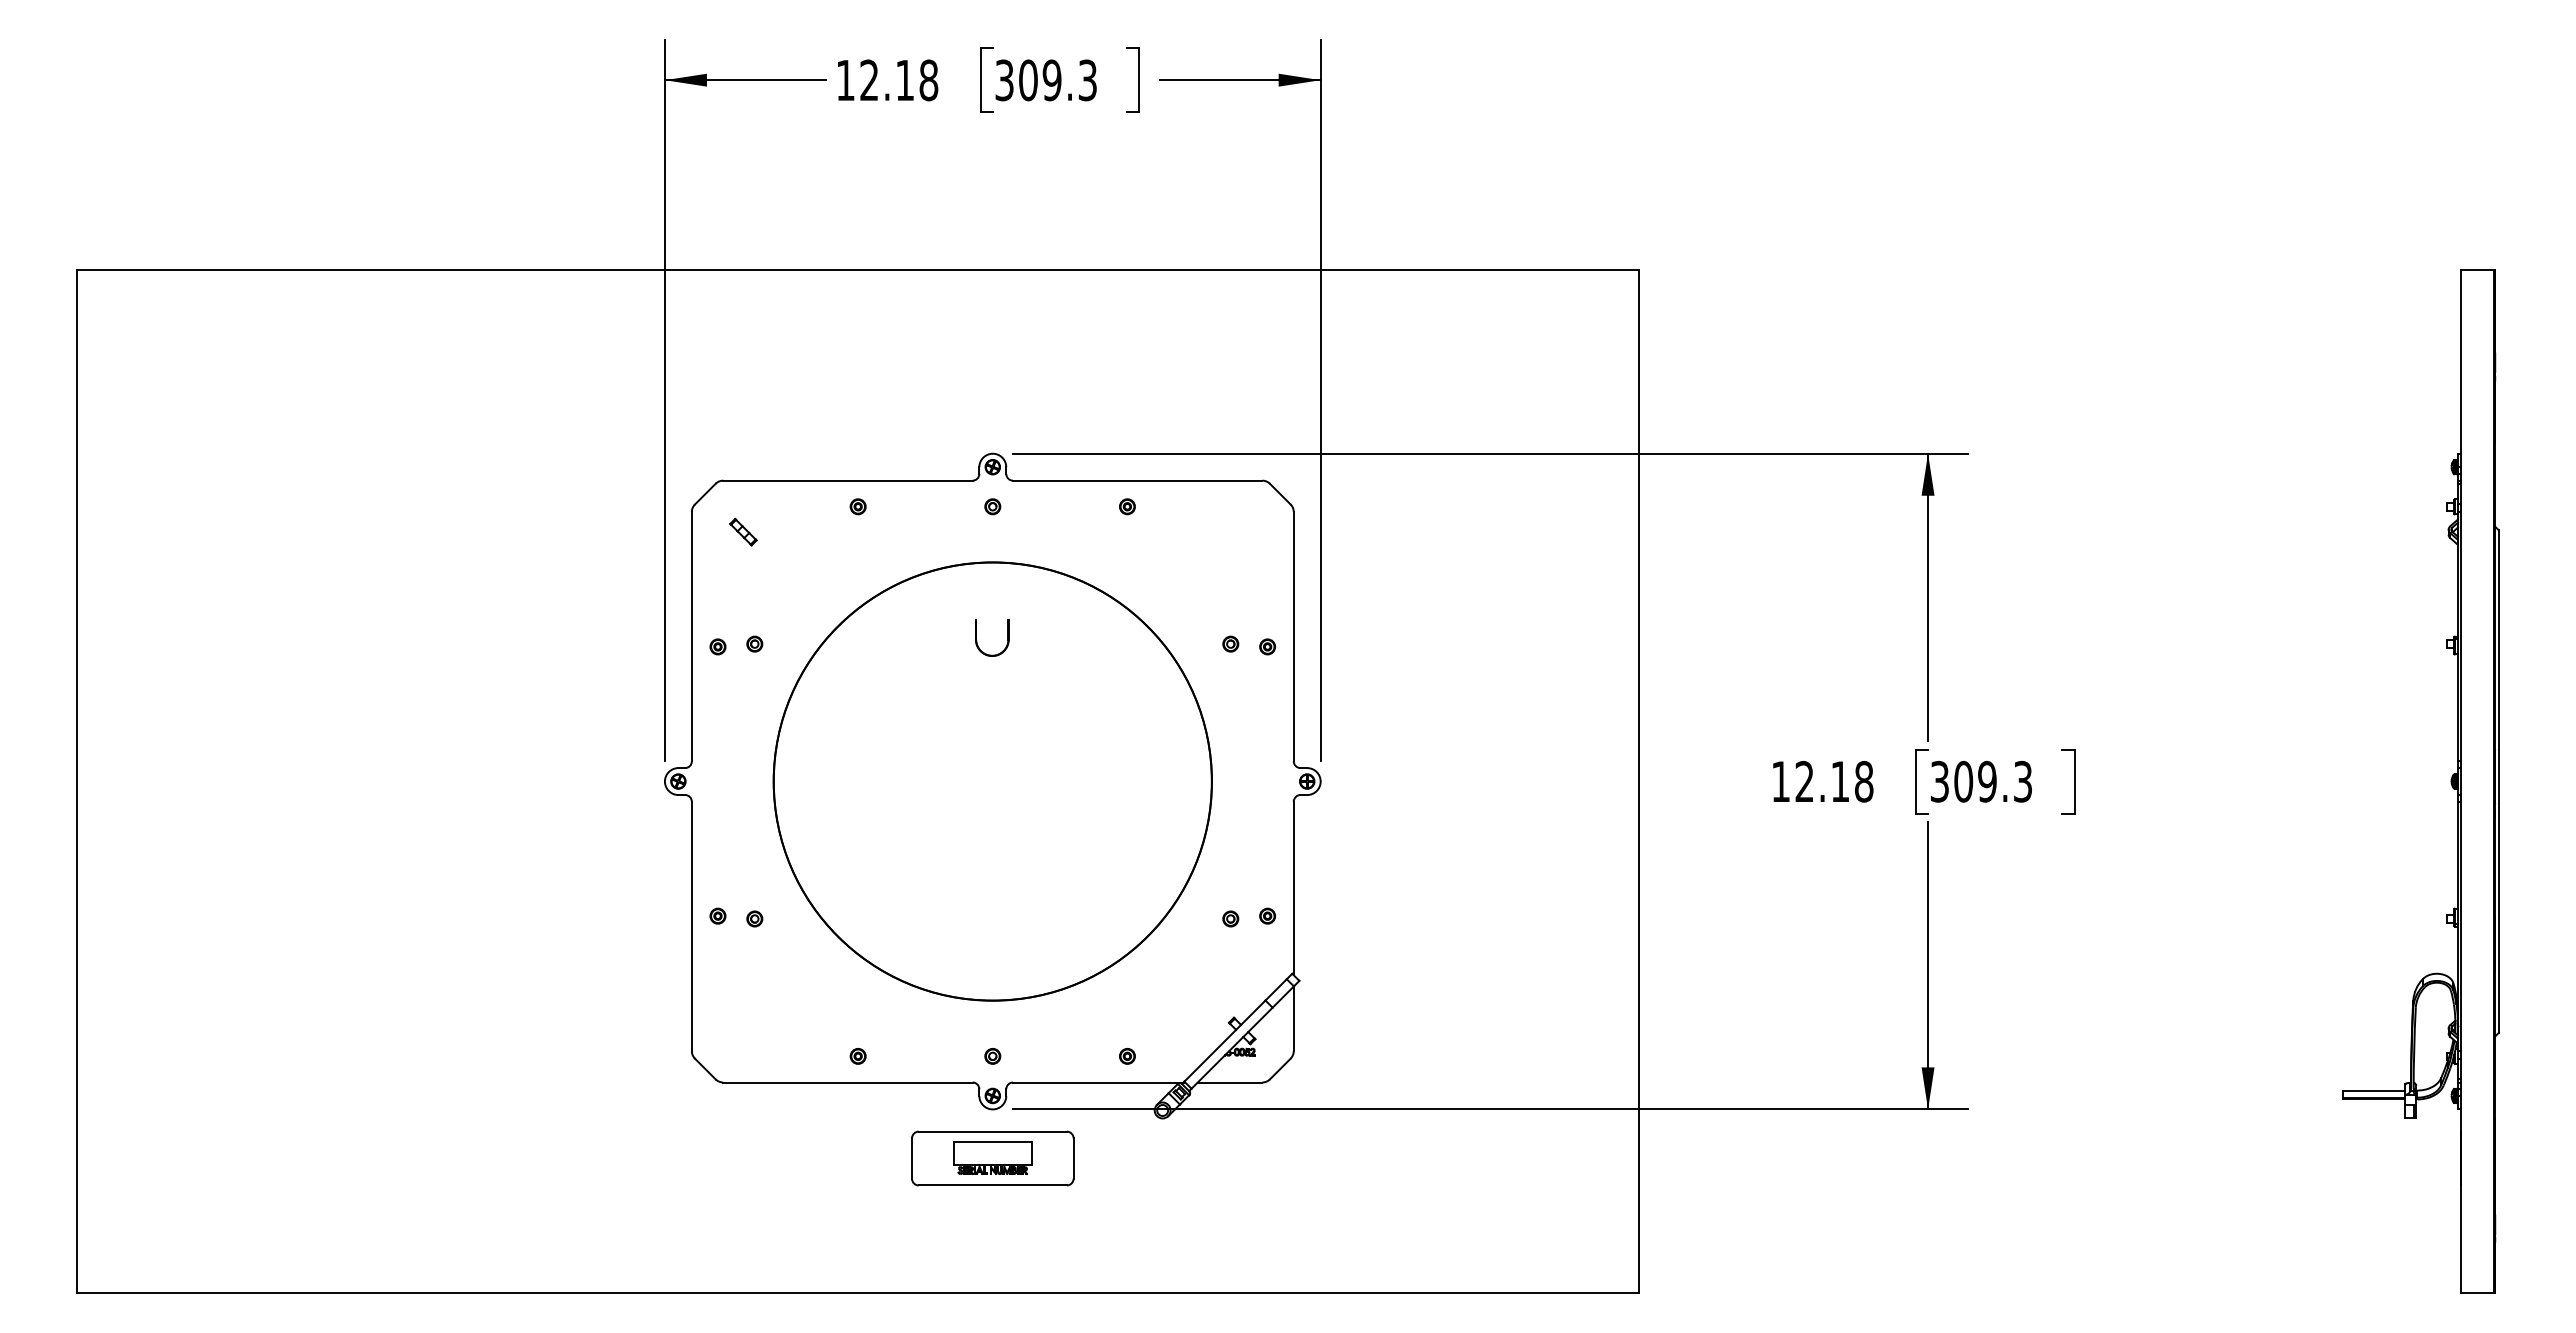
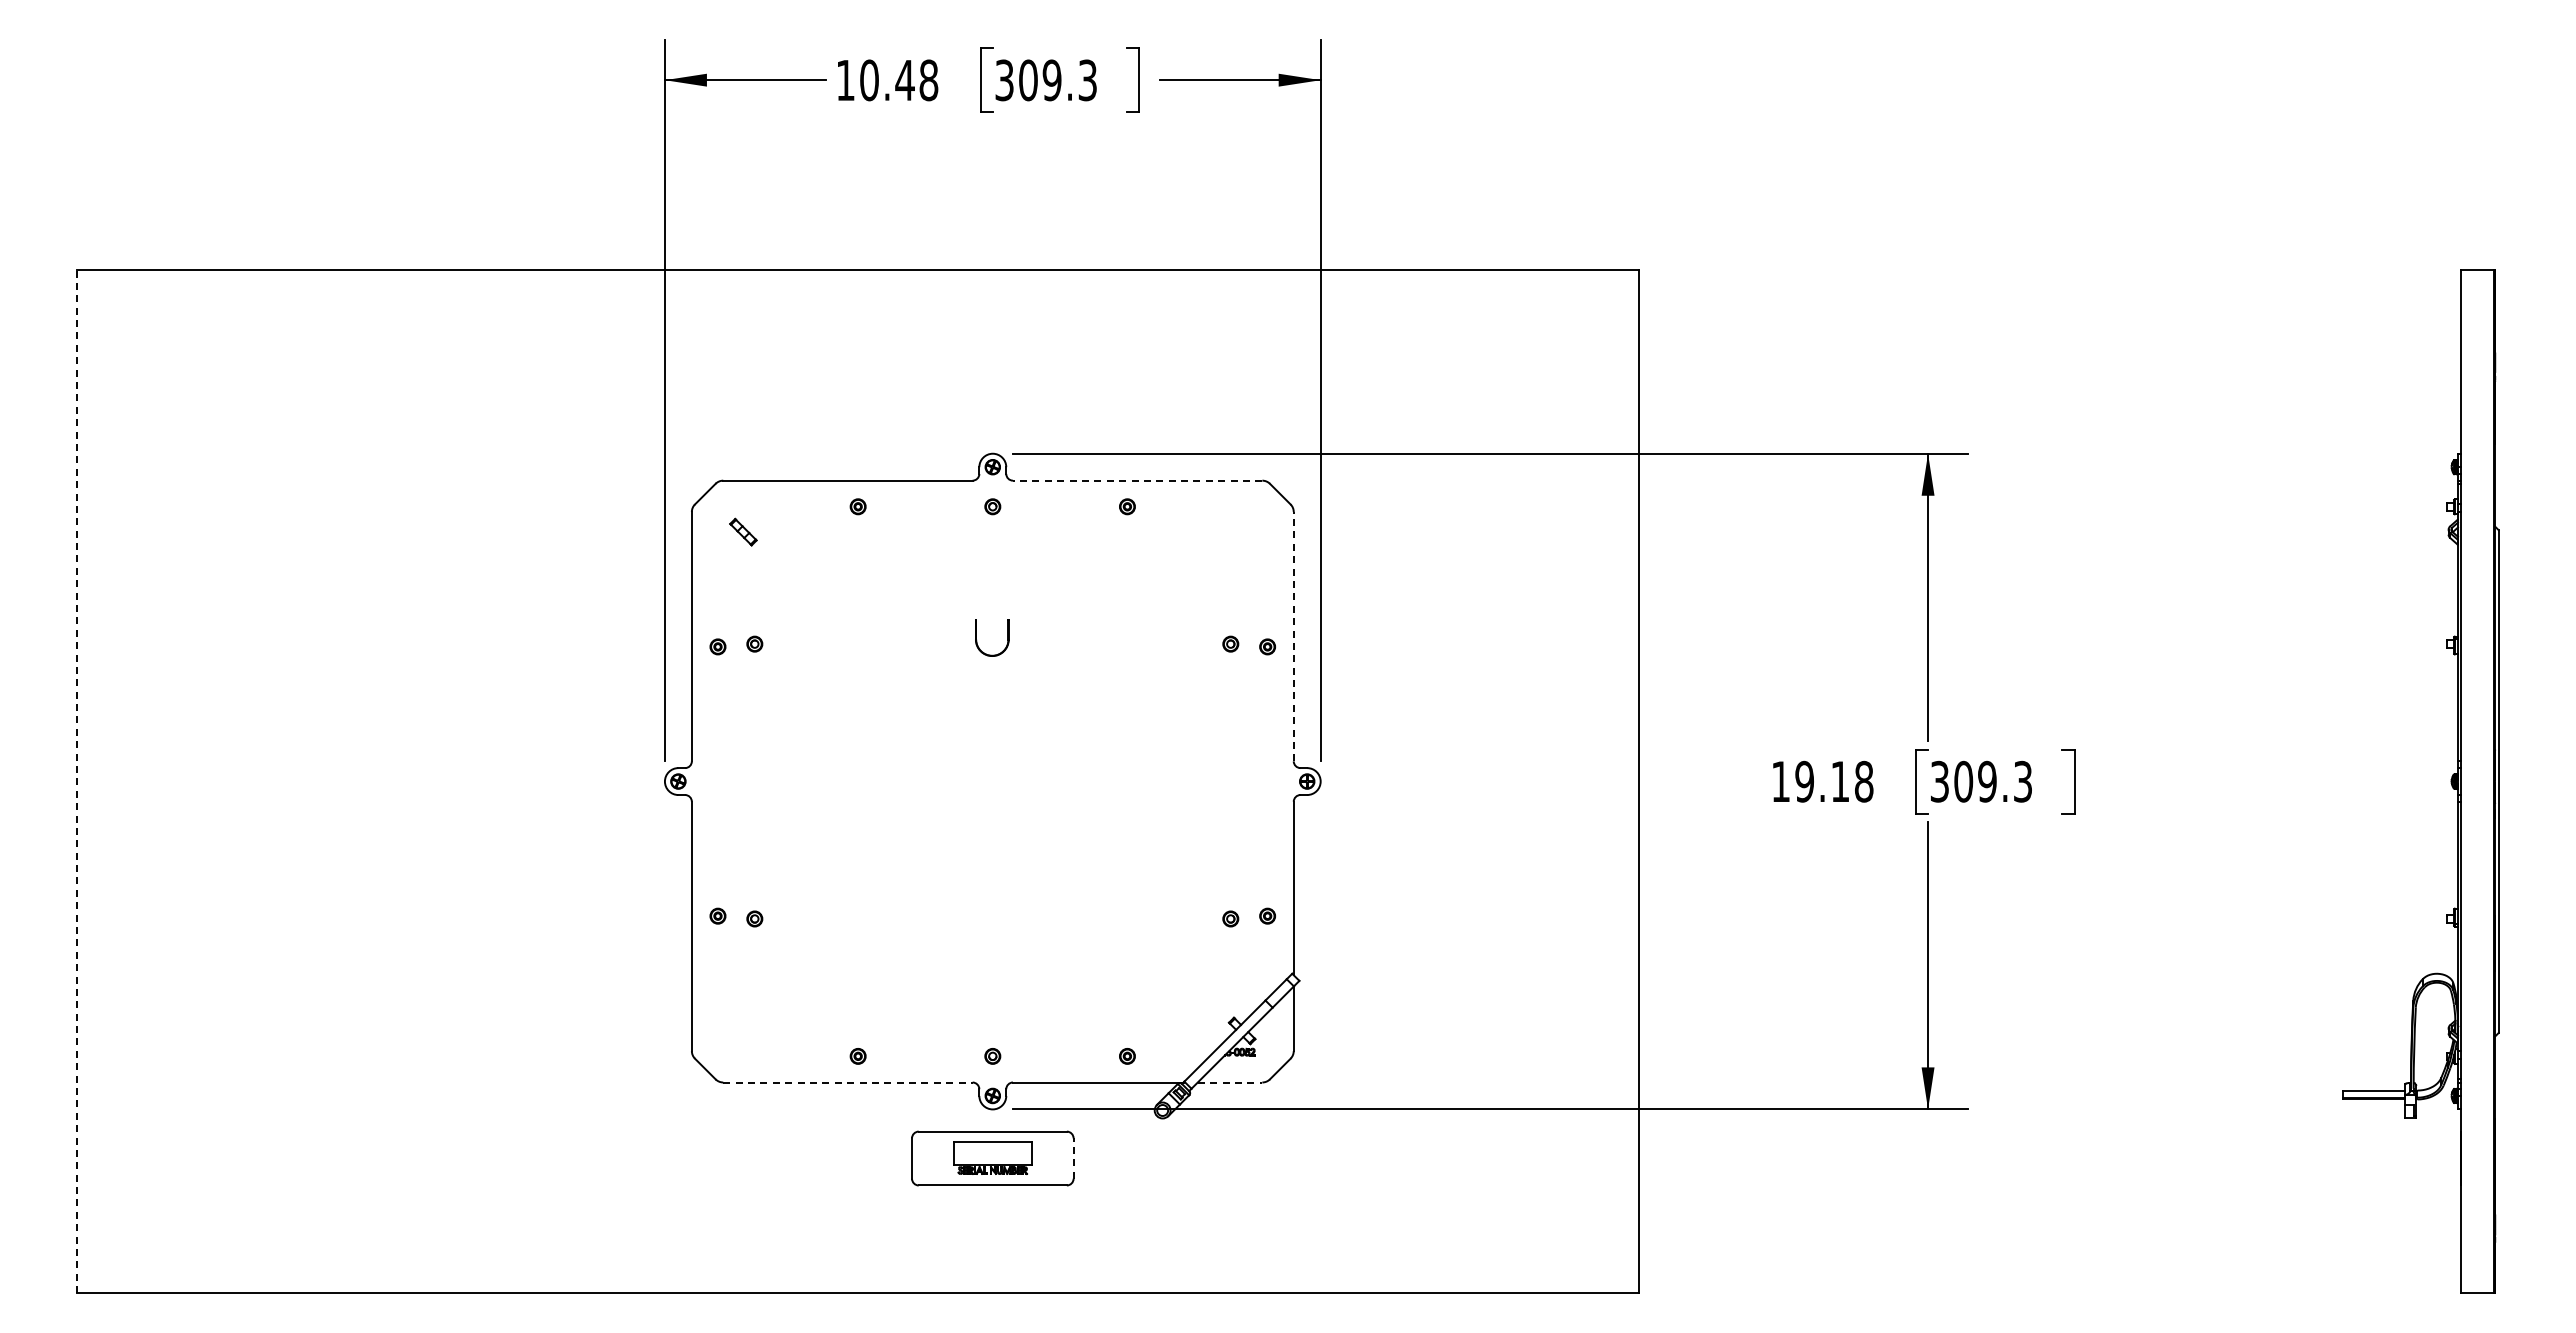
text at (887, 80): 12.18 -> 10.48
line at (1137, 480): solid -> dashed
line at (1293, 636): solid -> dashed
line at (77, 781): solid -> dashed
circle at (992, 781): present -> none
text at (1804, 781): 12.18 -> 19.18
line at (847, 1082): solid -> dashed
line at (1230, 1082): solid -> dashed
line at (1073, 1158): solid -> dashed
